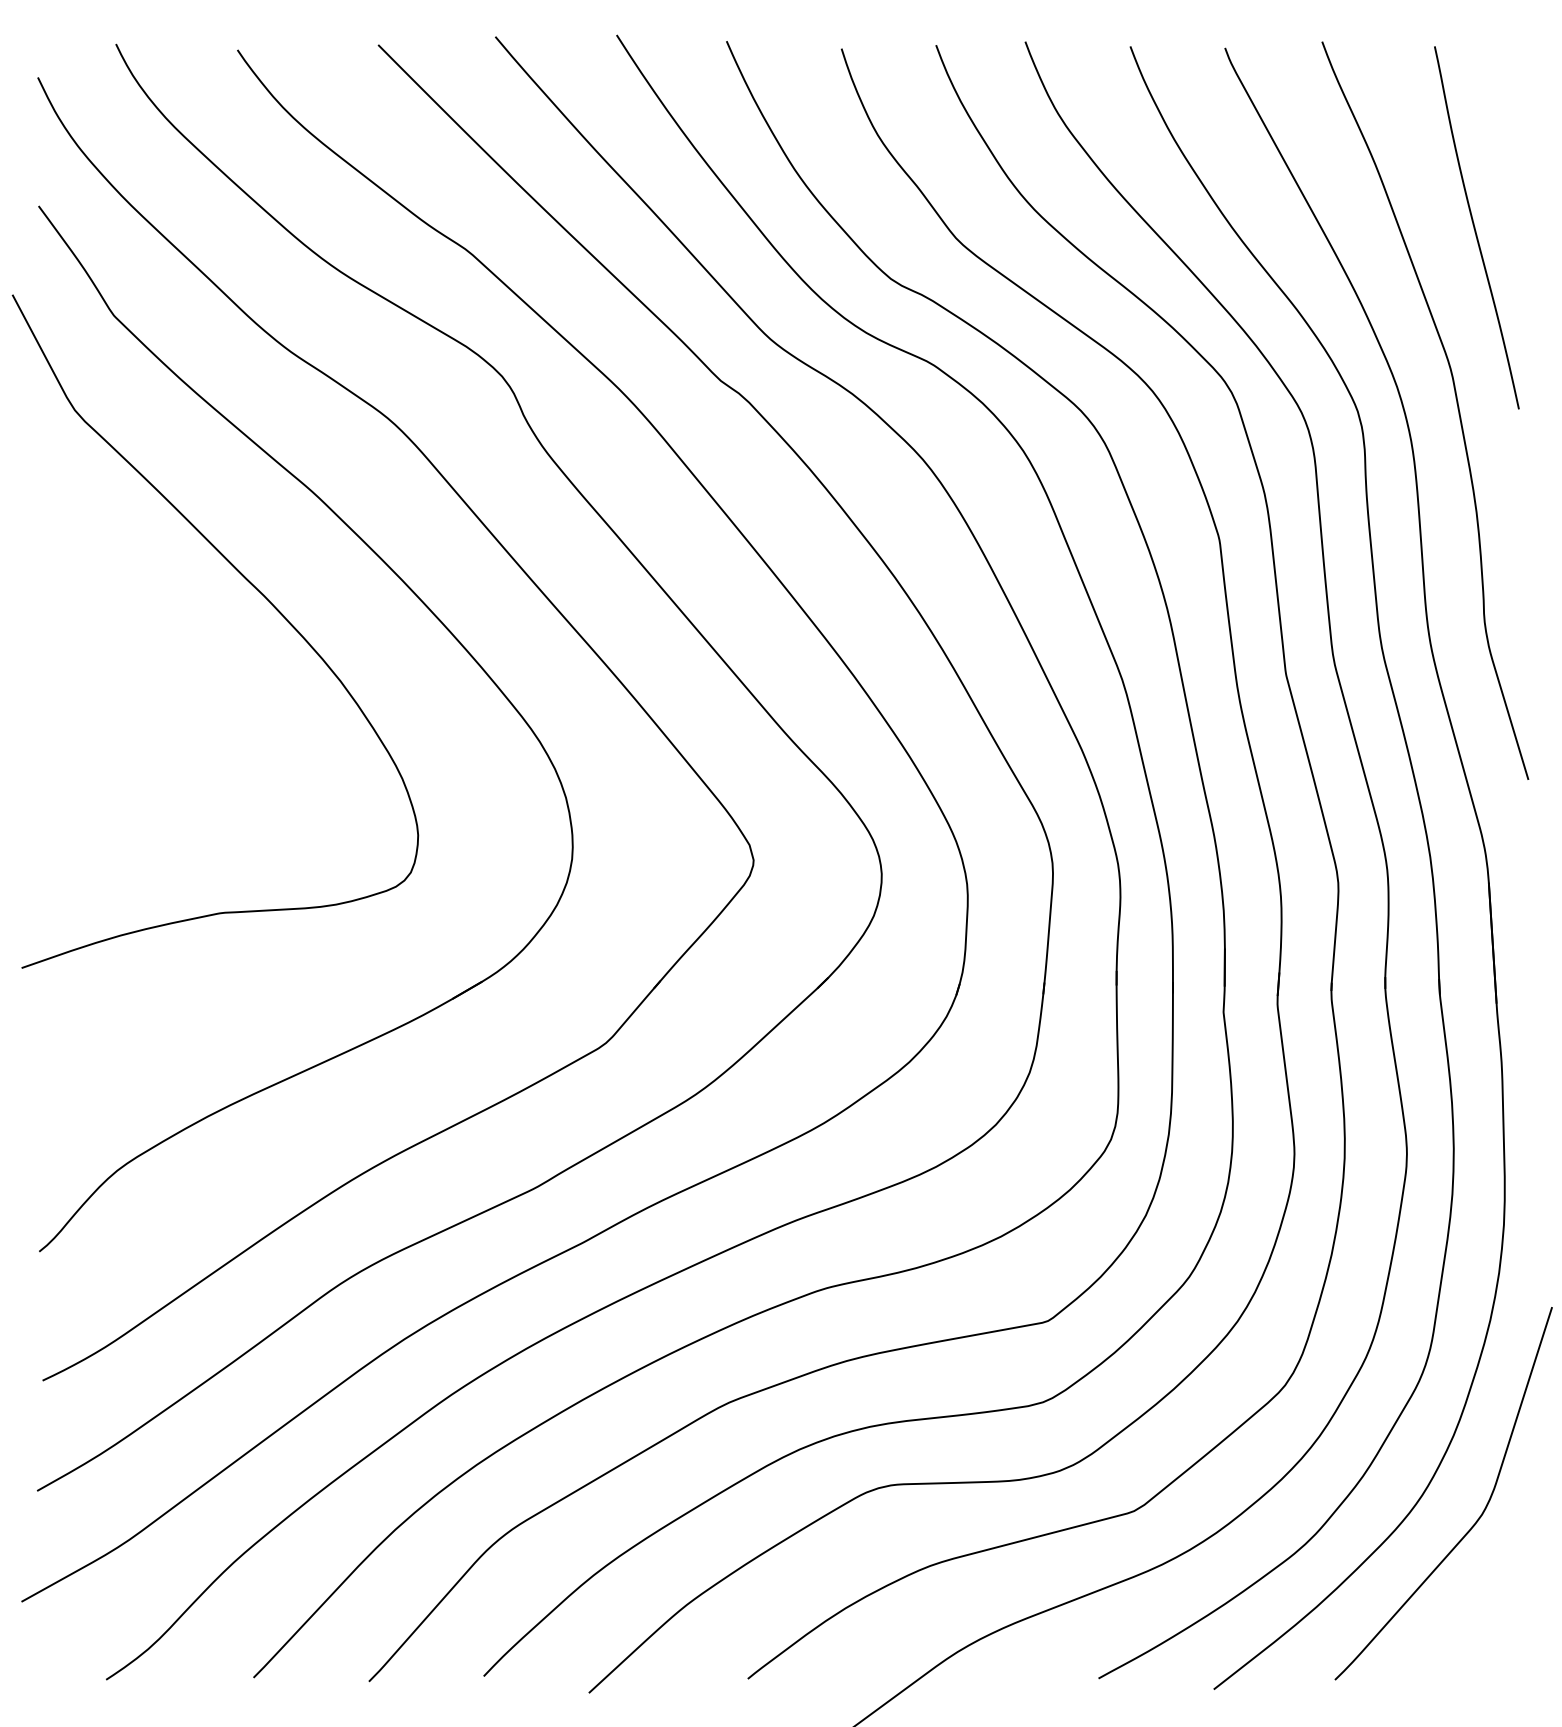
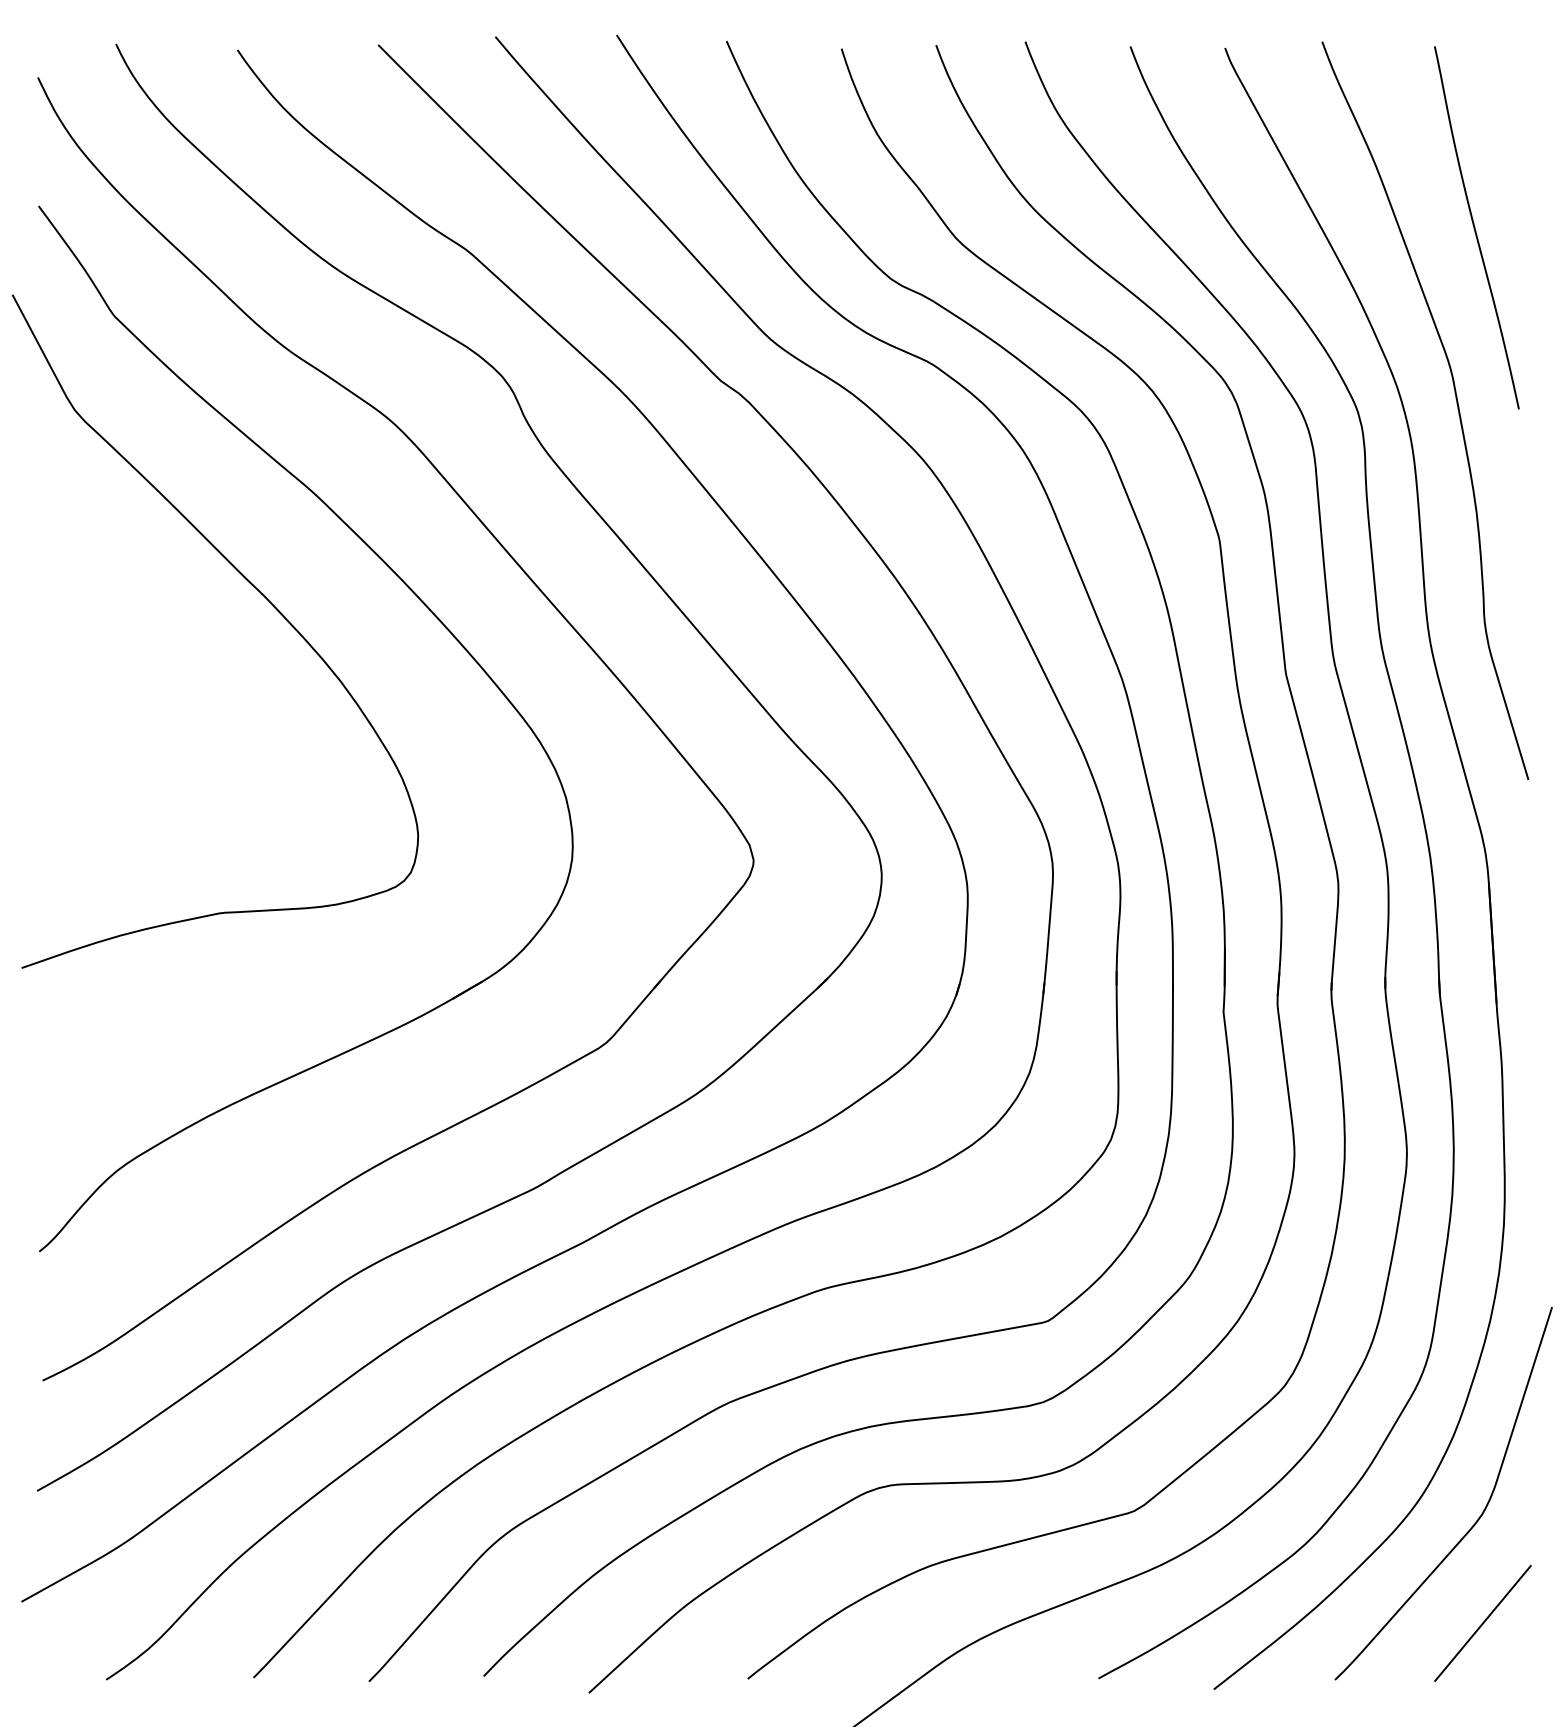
line at (1482, 1622): none -> present
